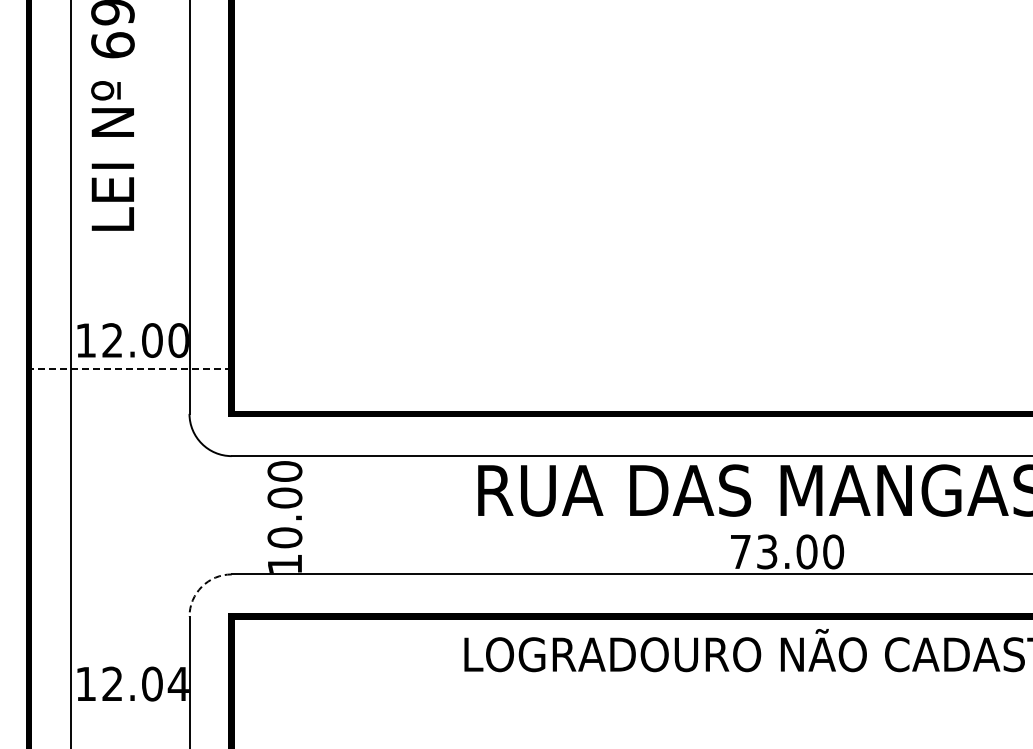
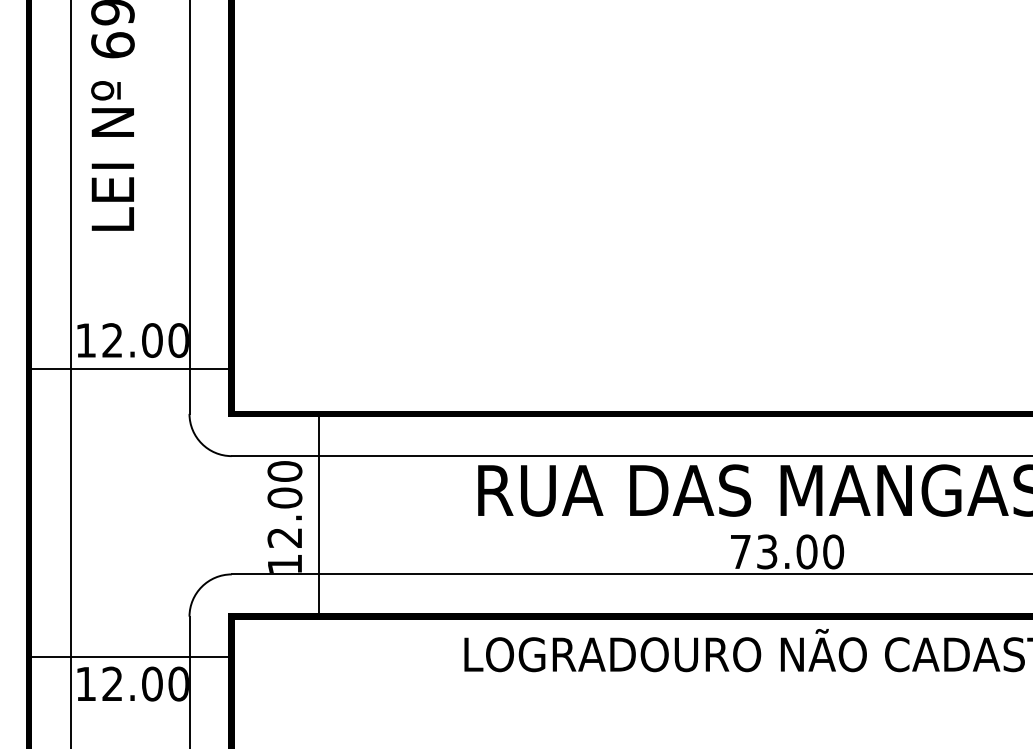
line at (129, 369): dashed -> solid
line at (319, 514): none -> present
text at (284, 537): 10.00 -> 12.00
arc at (201, 586): dashed -> solid
line at (129, 656): none -> present
text at (177, 683): 12.04 -> 12.00
